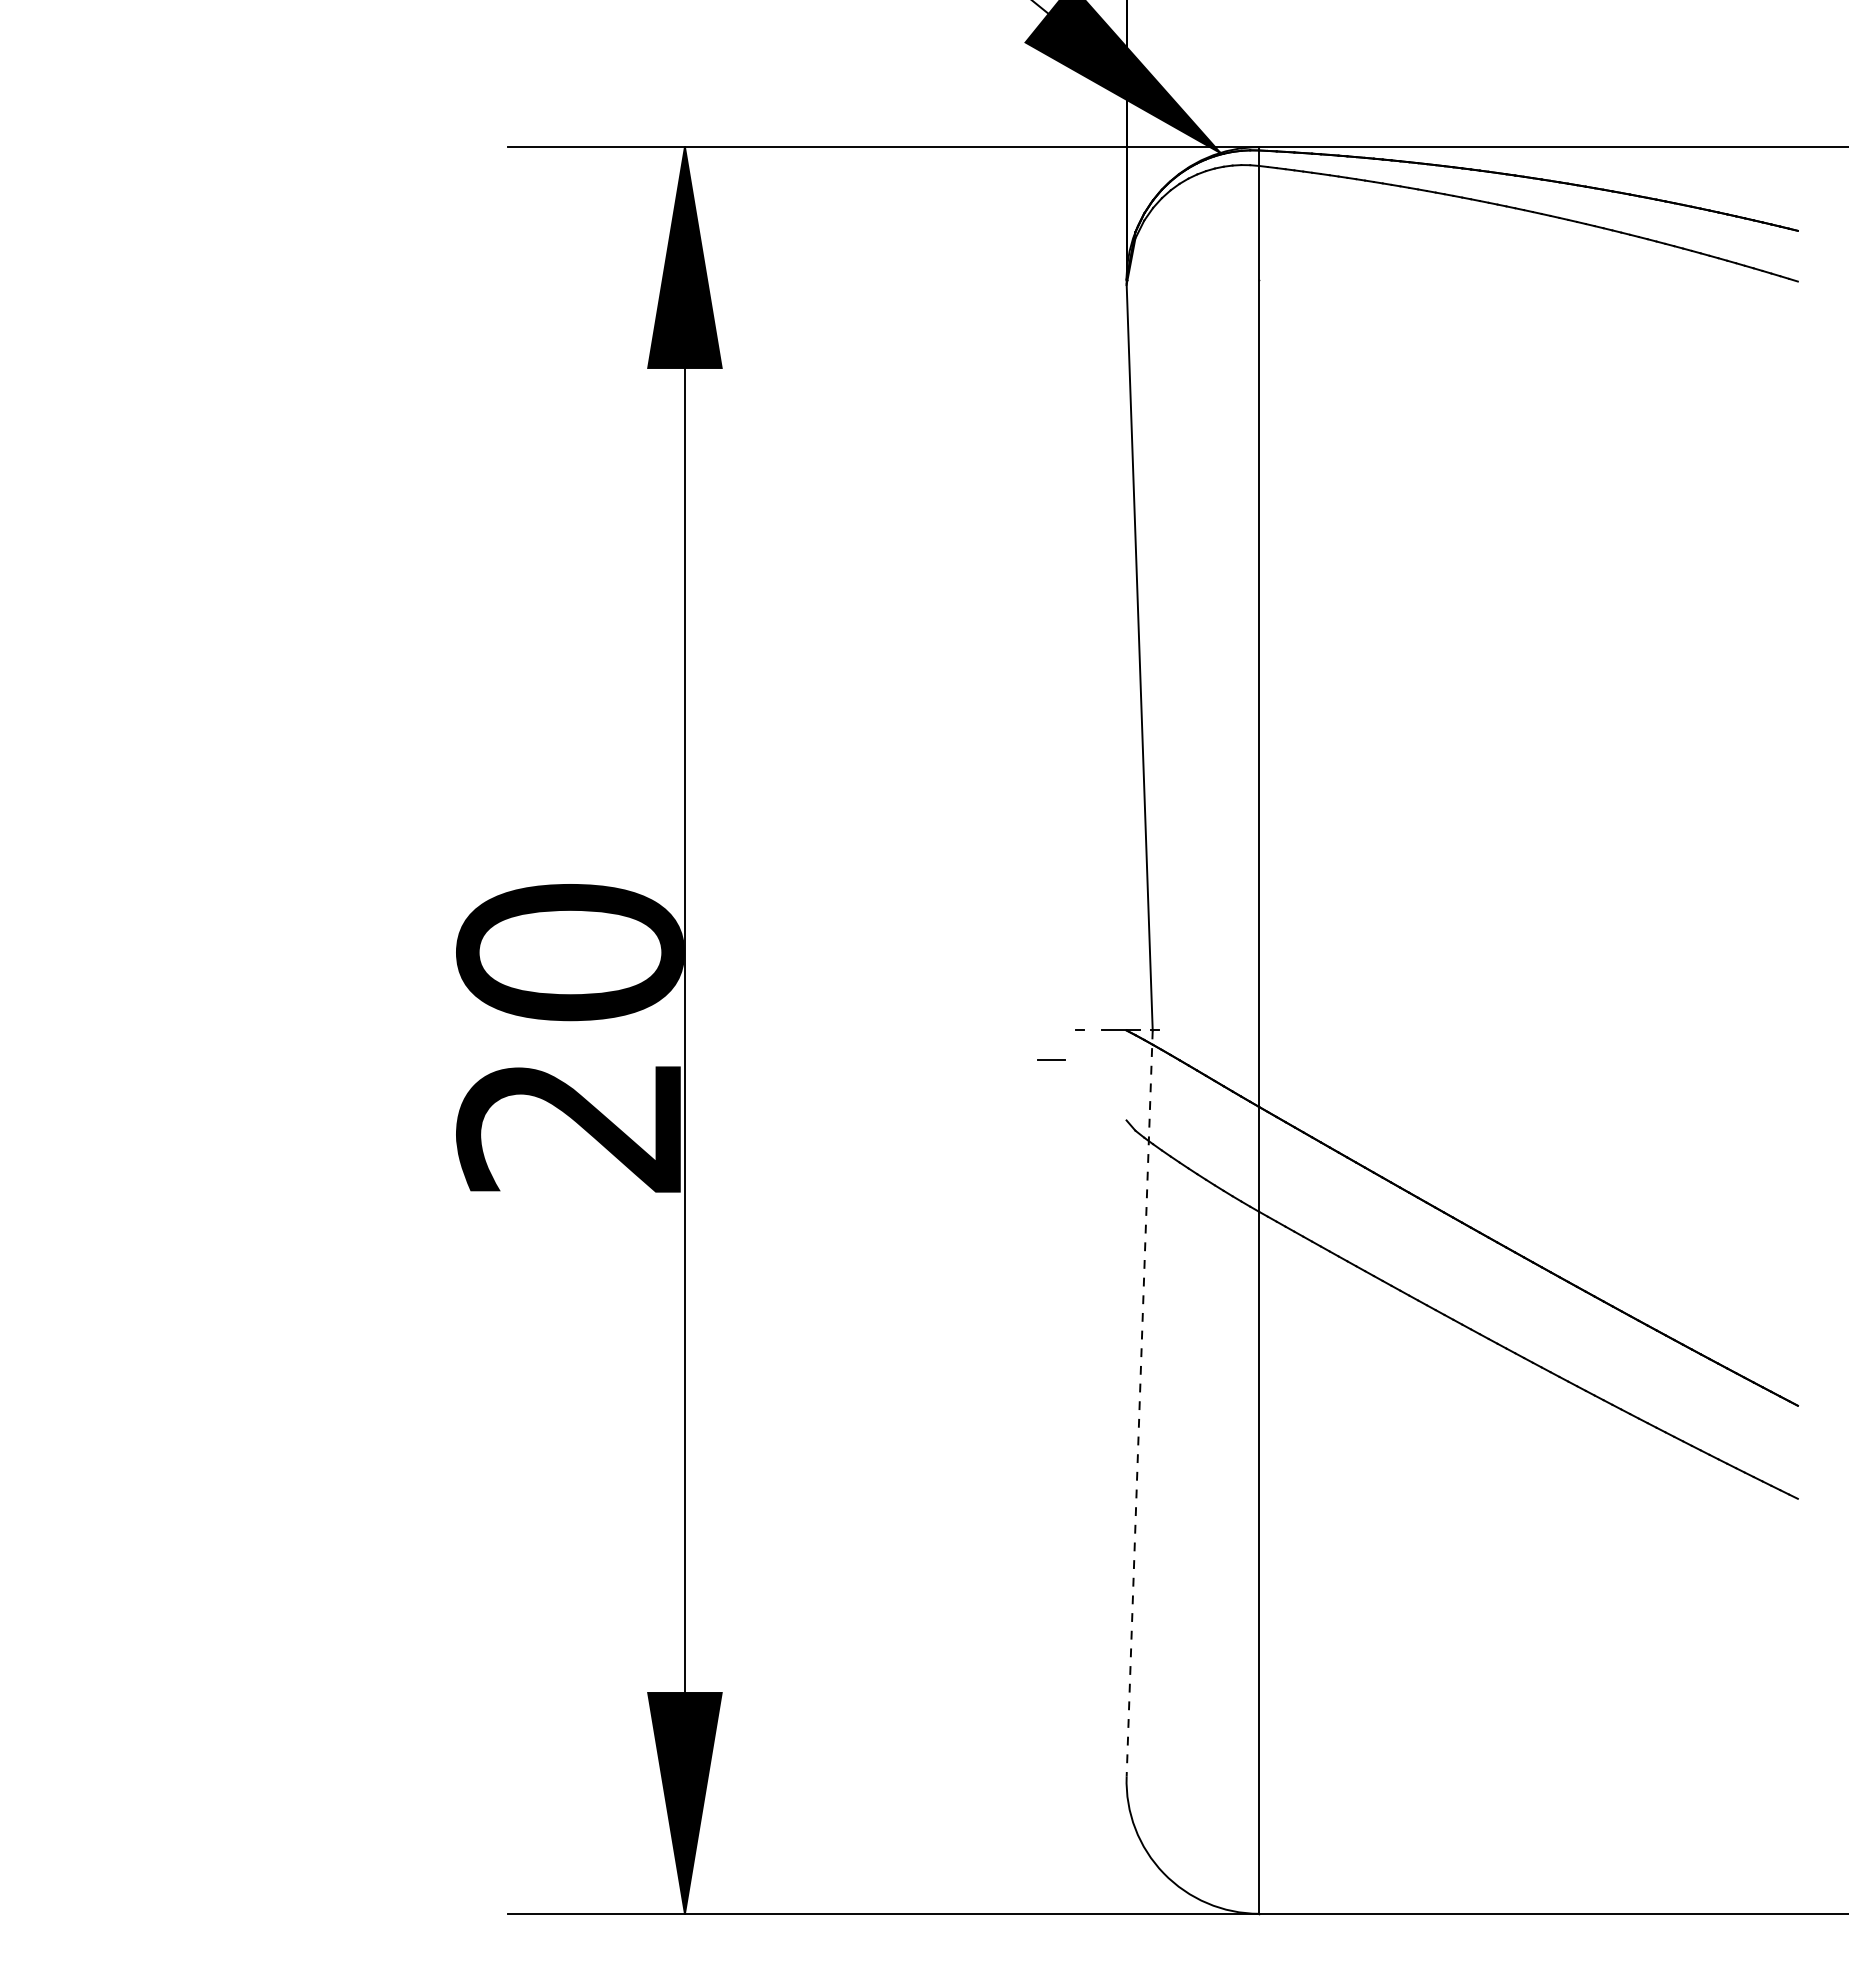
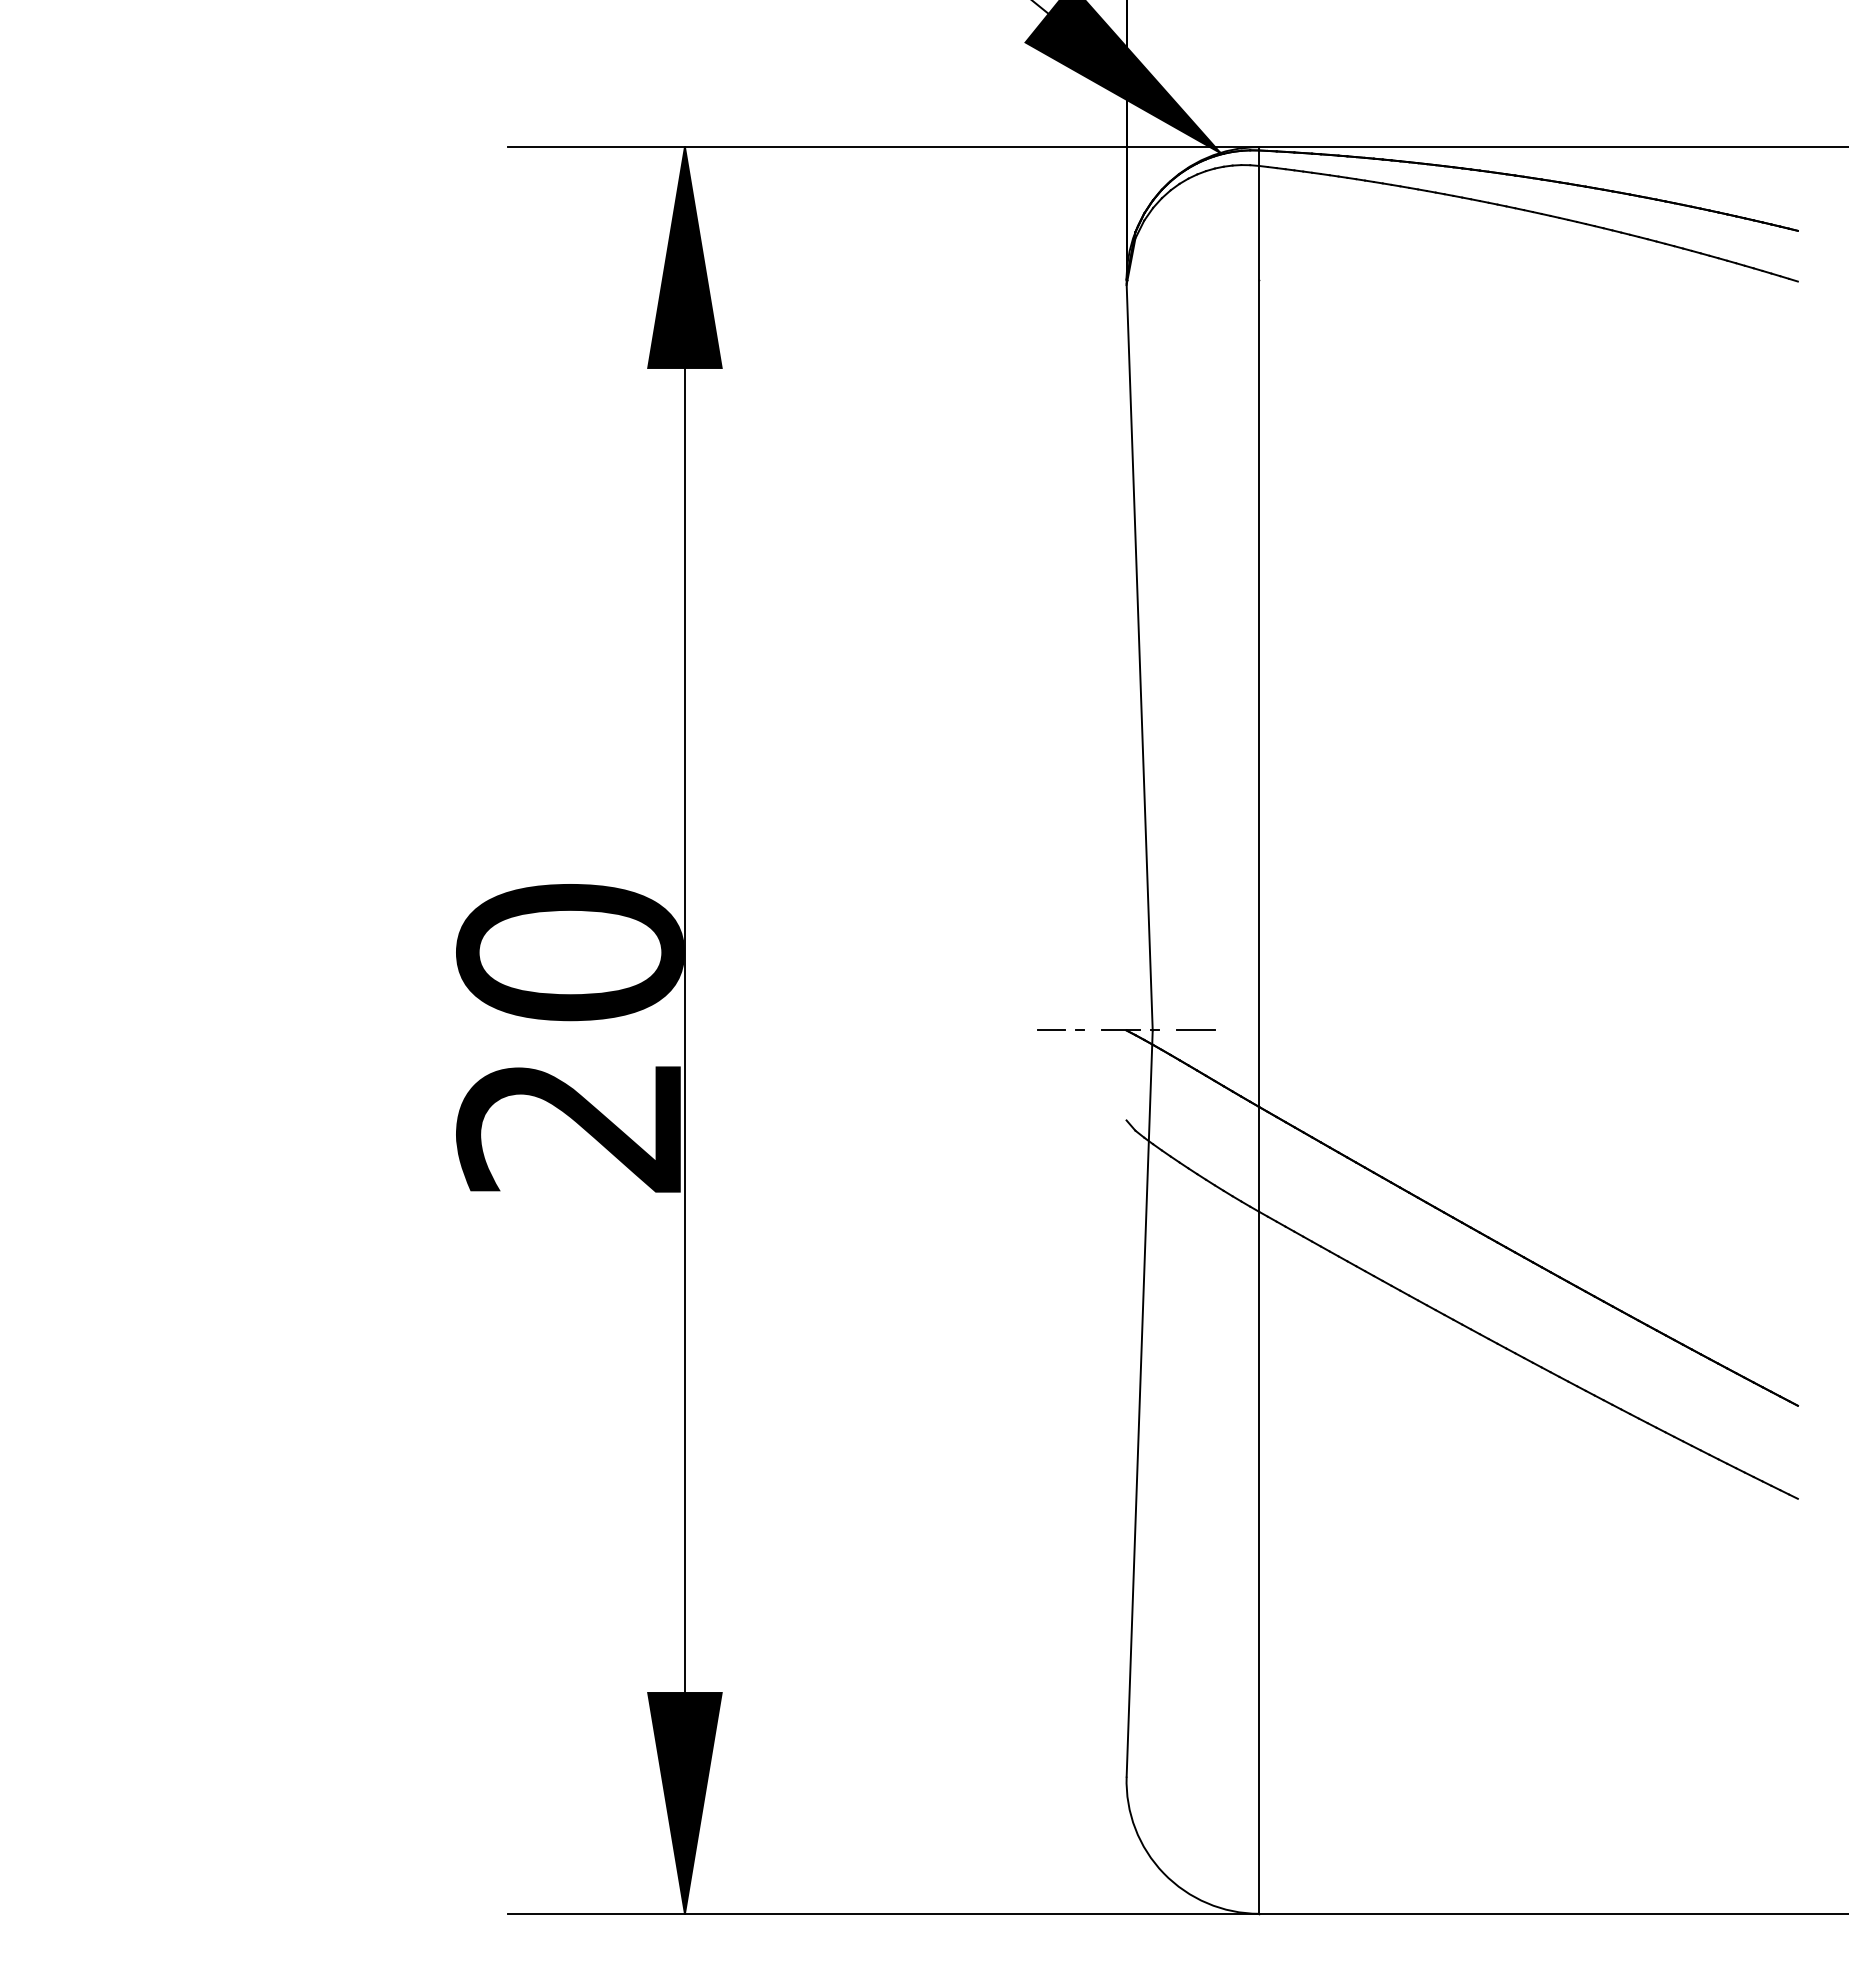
line at (1195, 1030): none -> present
line at (1051, 1059) position: (1051, 1059) -> (1051, 1029)
line at (1139, 1404): dashed -> solid
